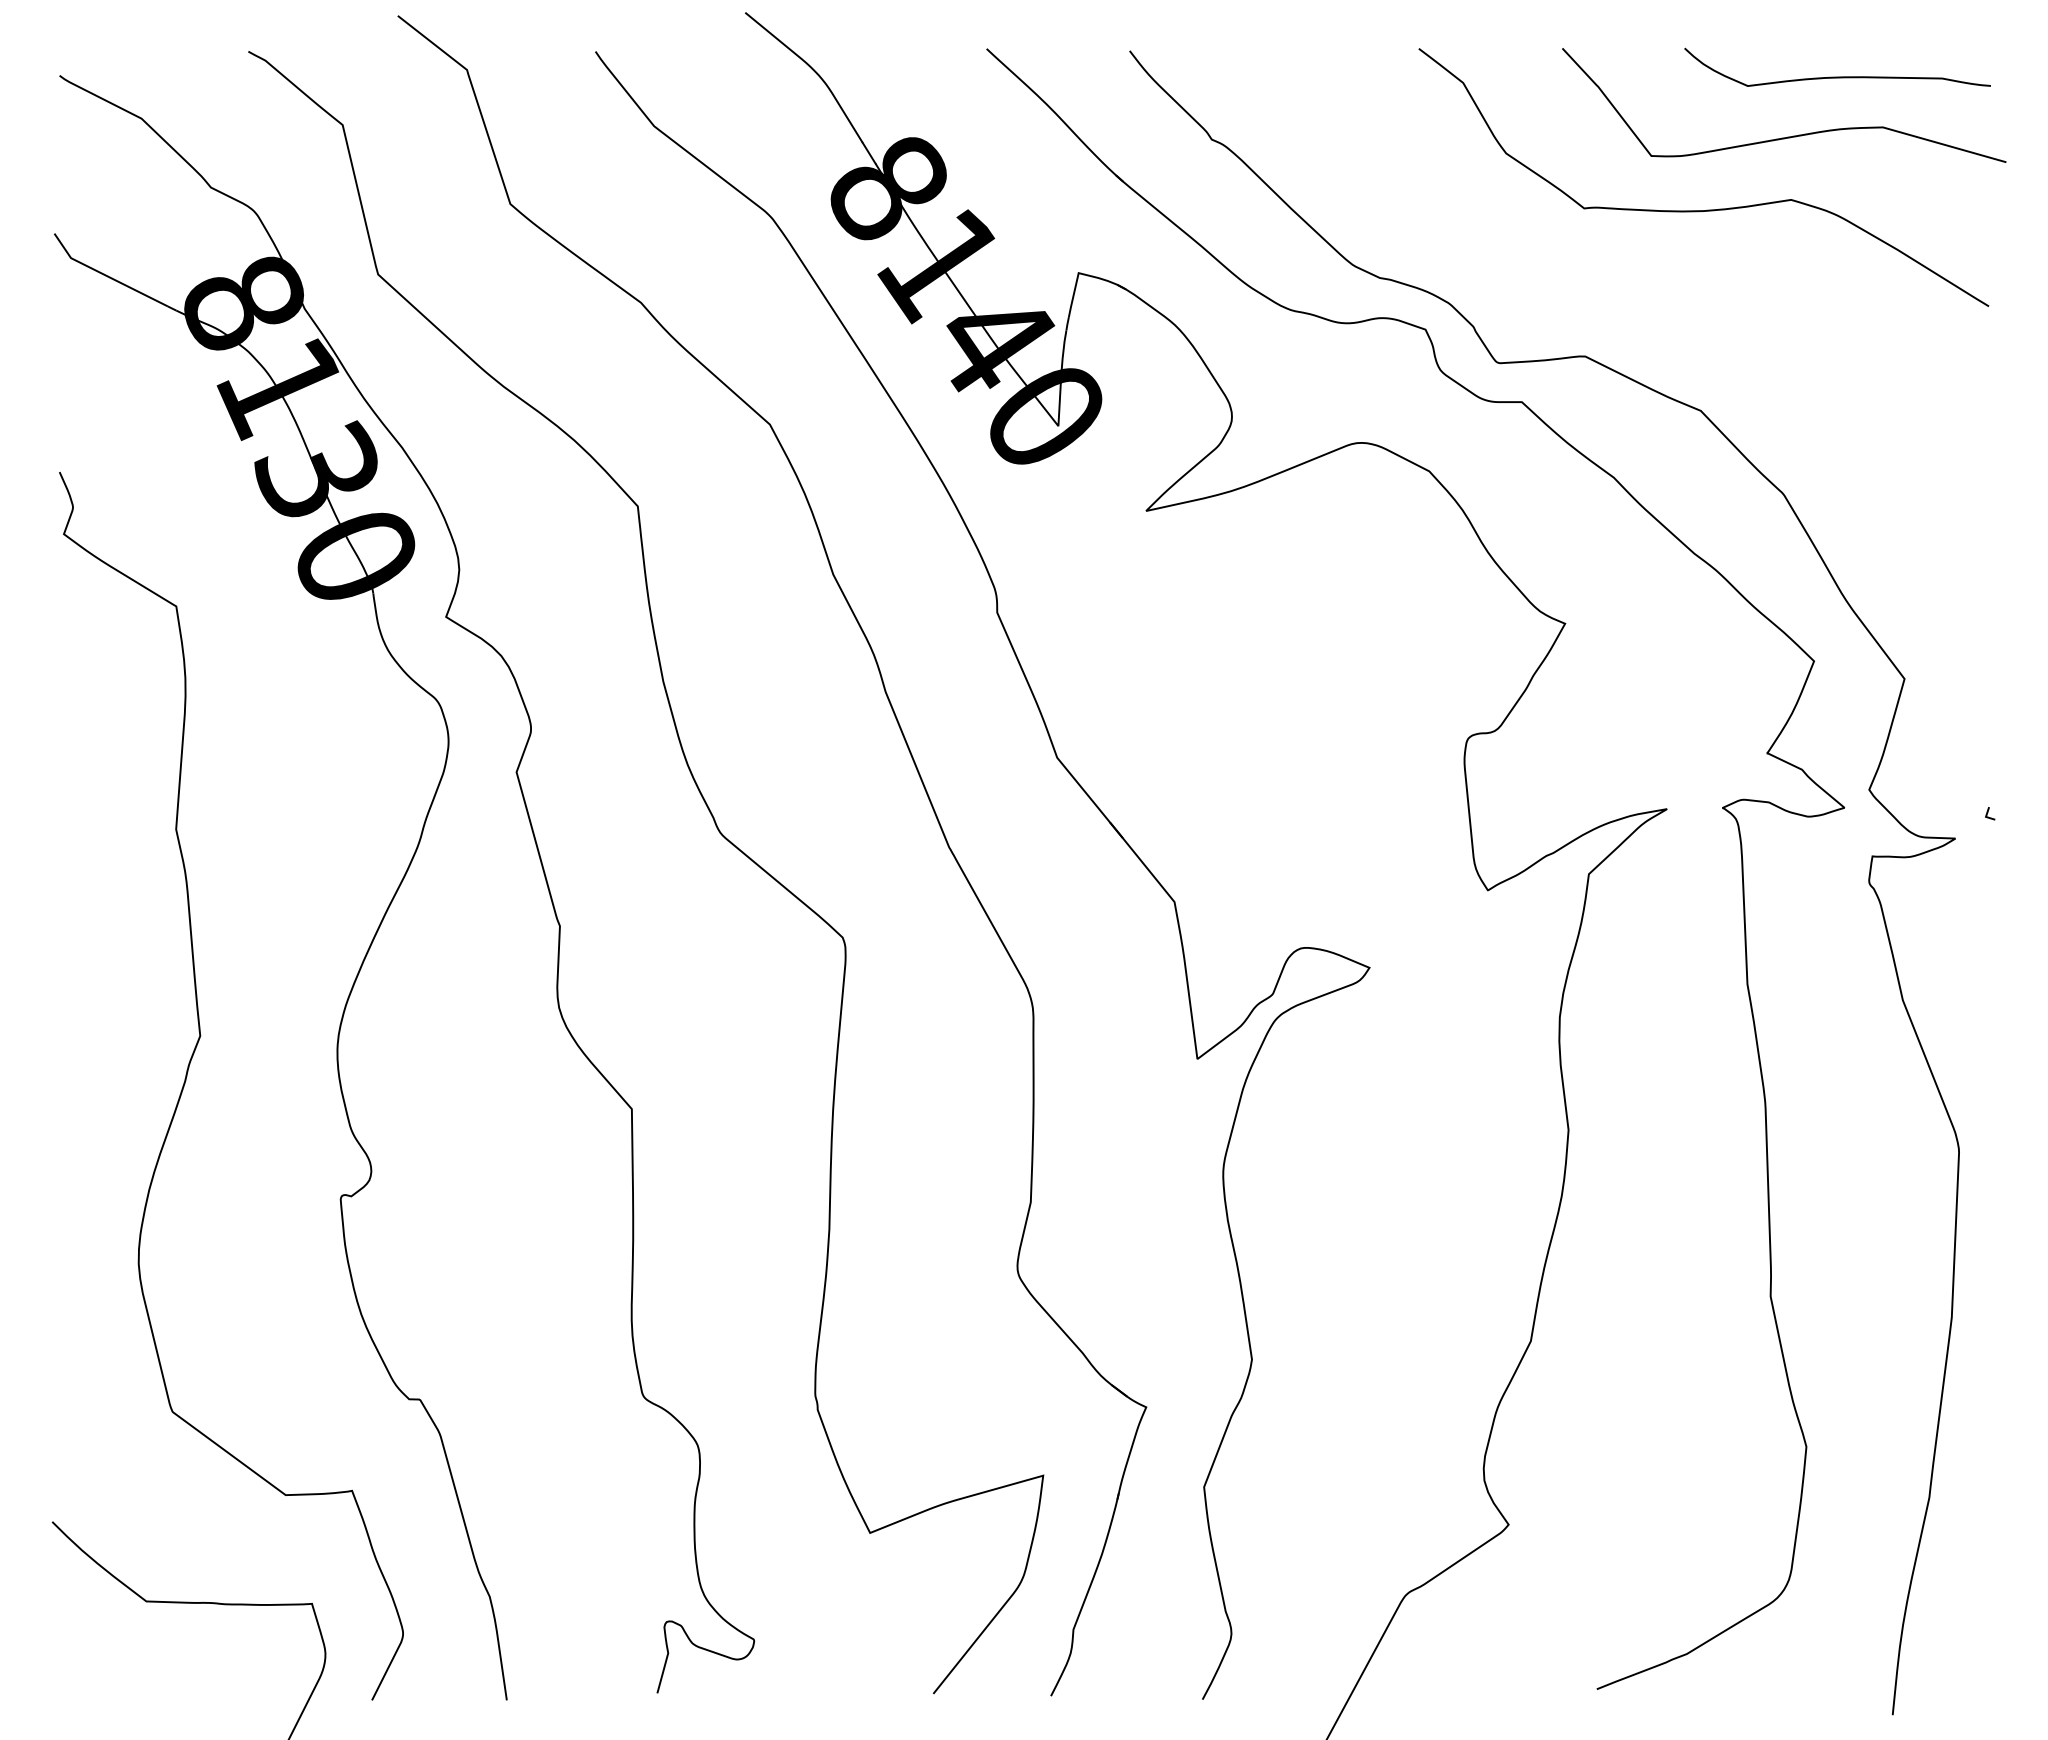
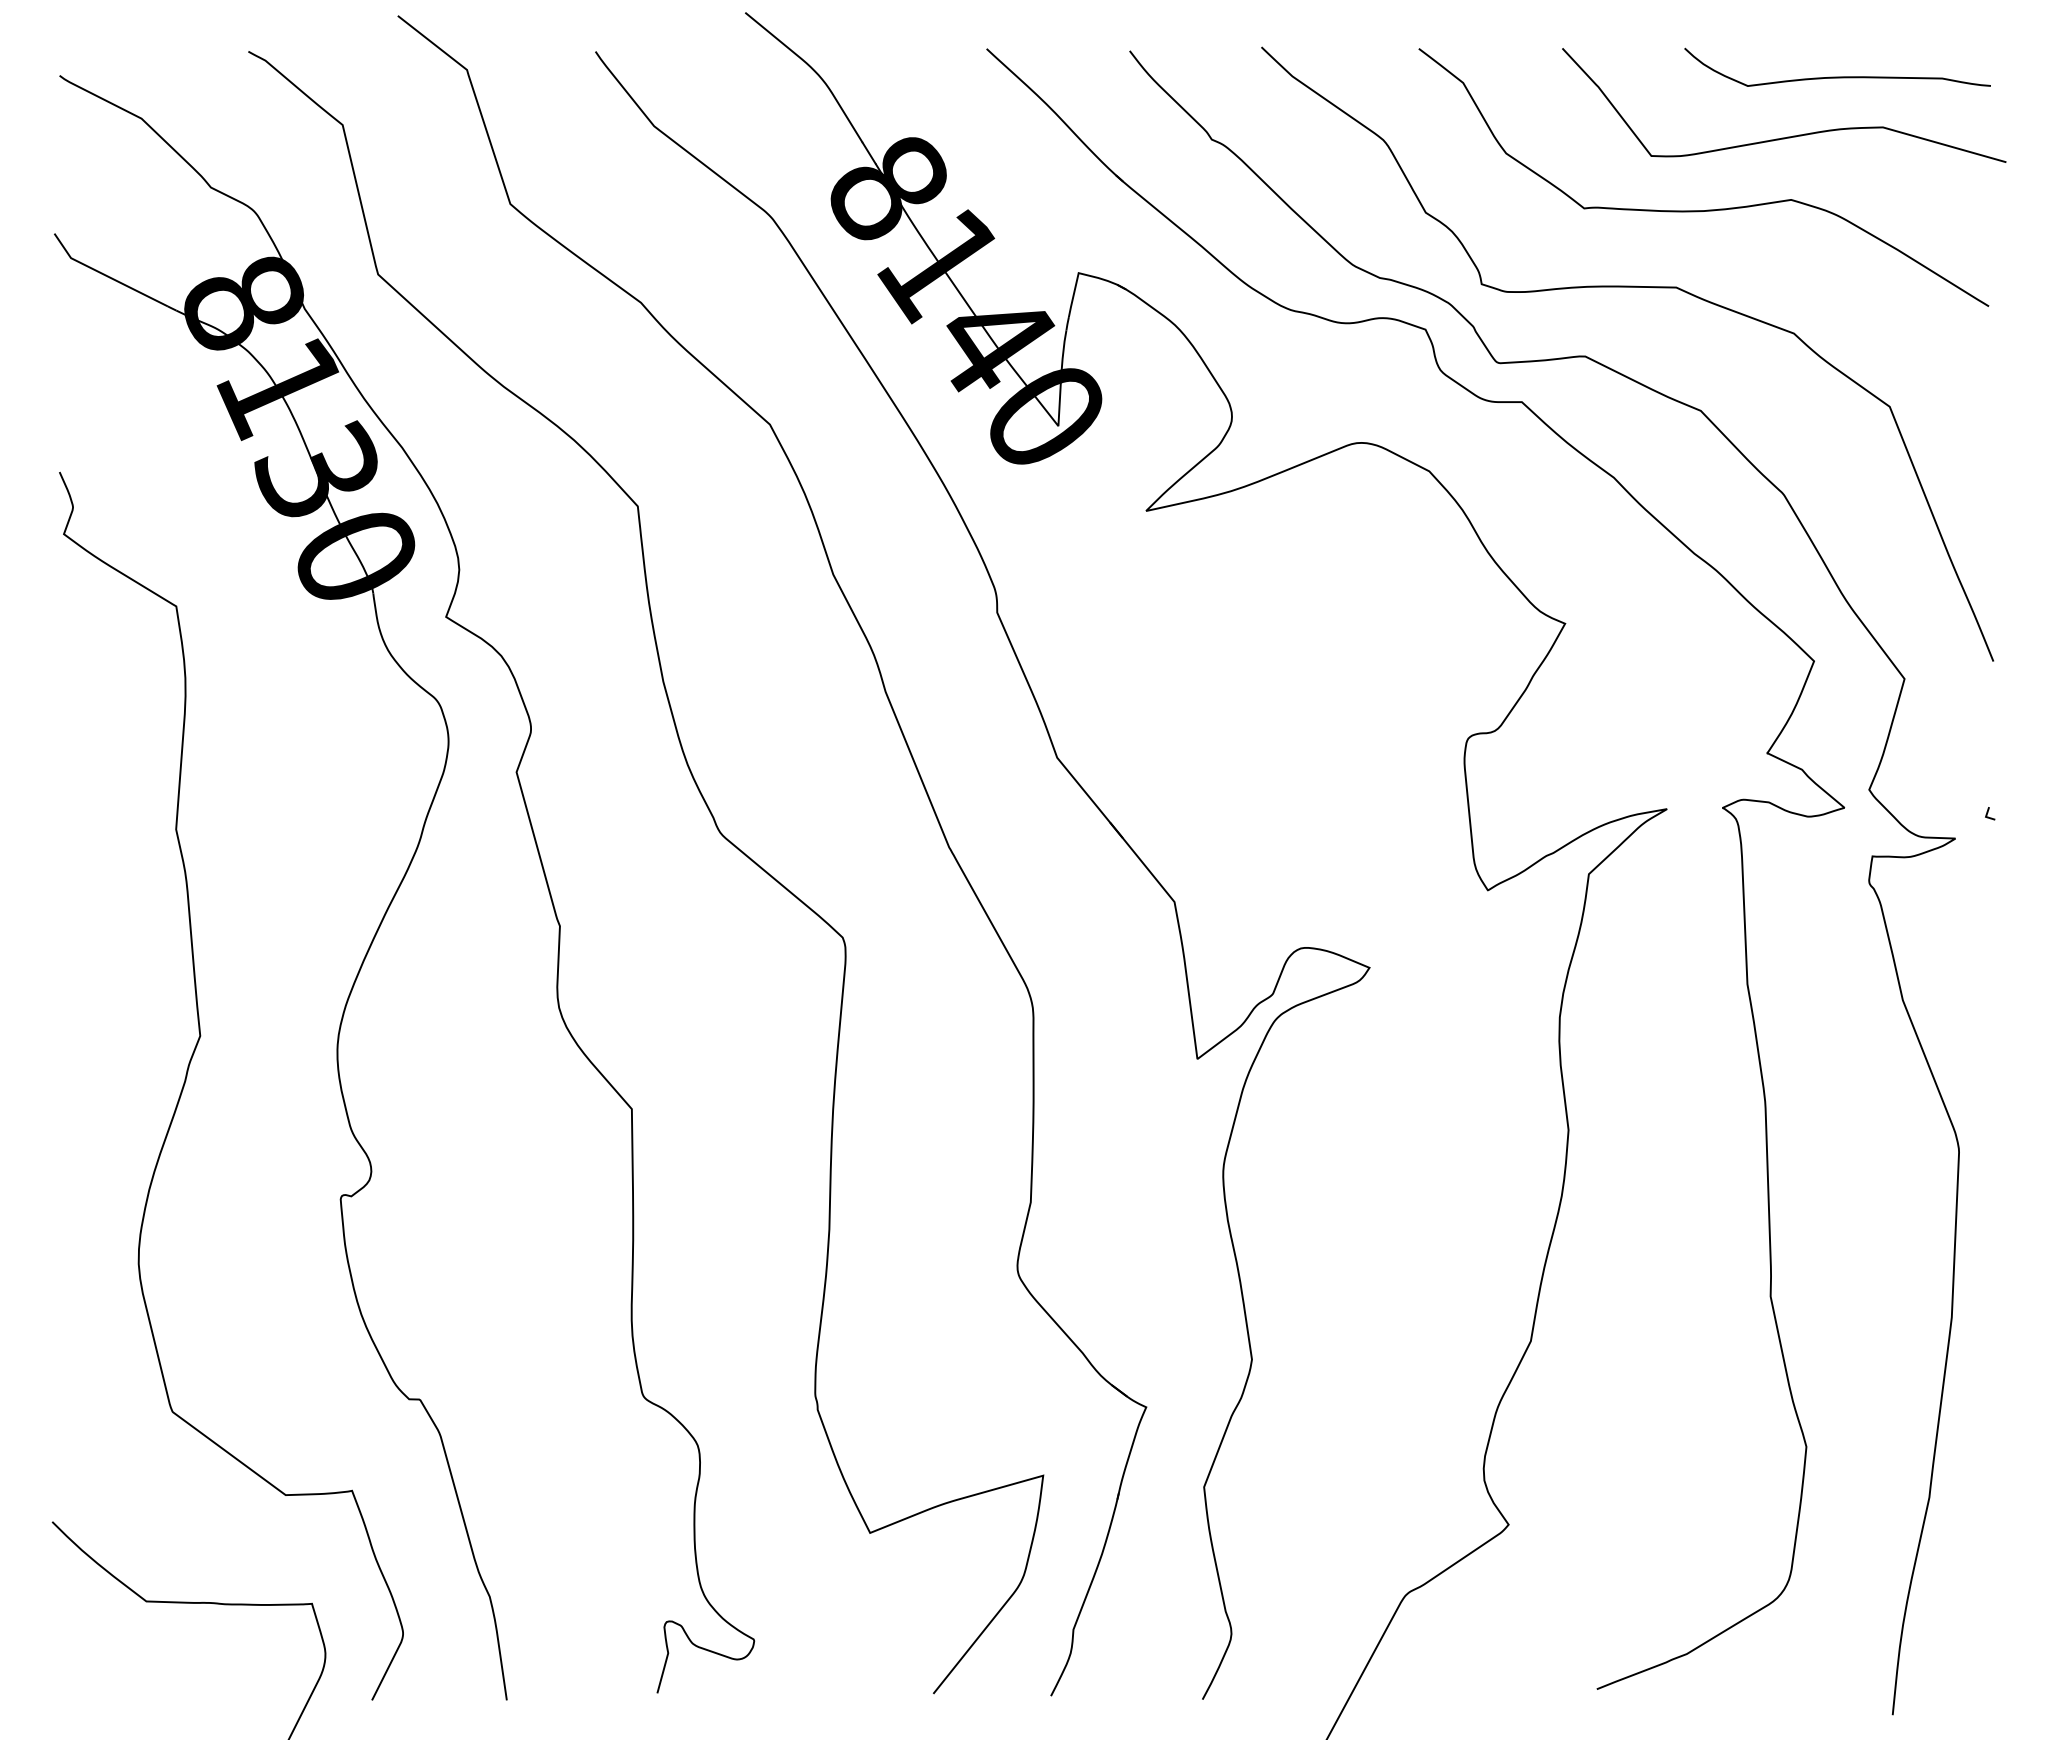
curve at (1627, 287): none -> present
